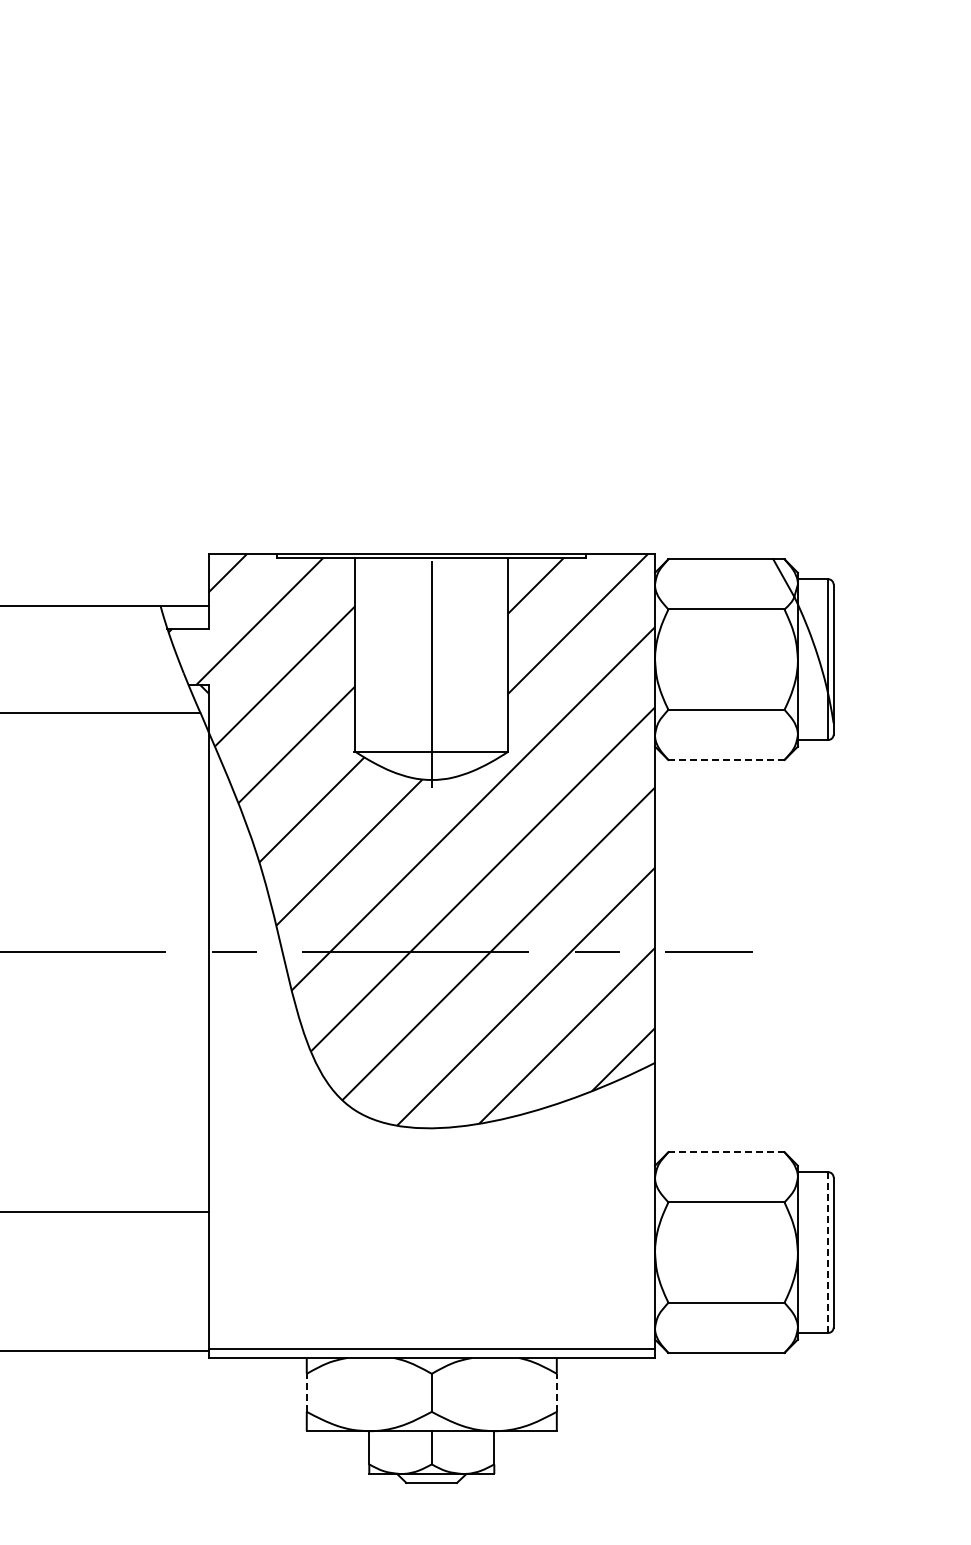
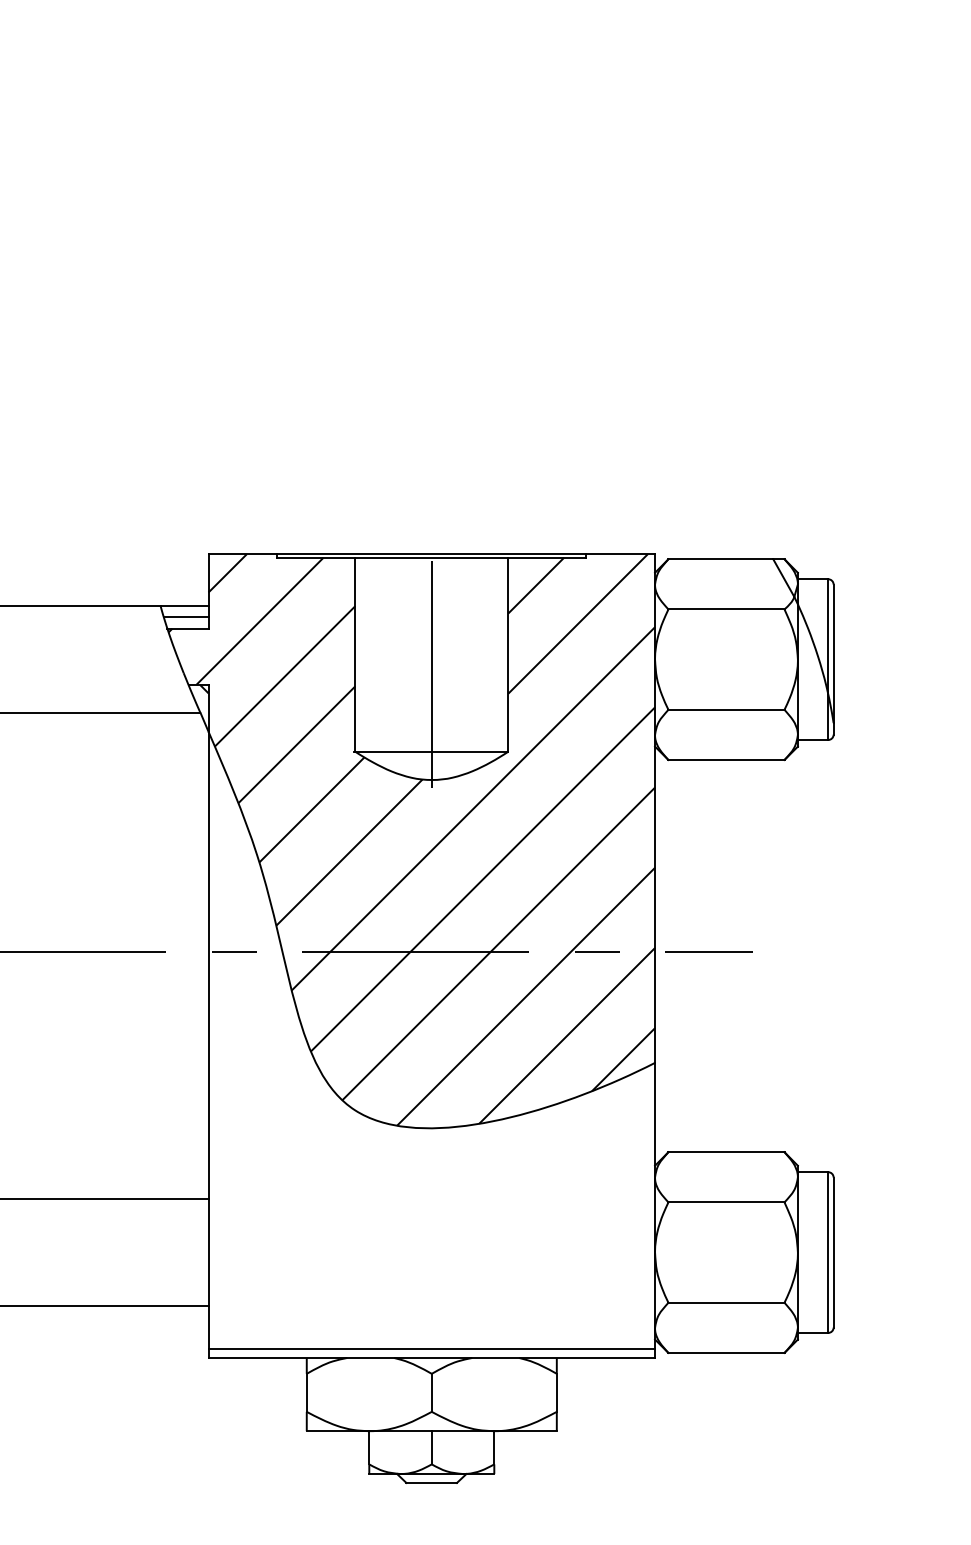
line at (185, 616): none -> present
line at (726, 760): dashed -> solid
line at (726, 1152): dashed -> solid
line at (105, 1211) position: (105, 1211) -> (105, 1198)
line at (828, 1252): dashed -> solid
line at (105, 1351) position: (105, 1351) -> (105, 1306)
line at (306, 1392): dashed -> solid
line at (556, 1392): dashed -> solid
